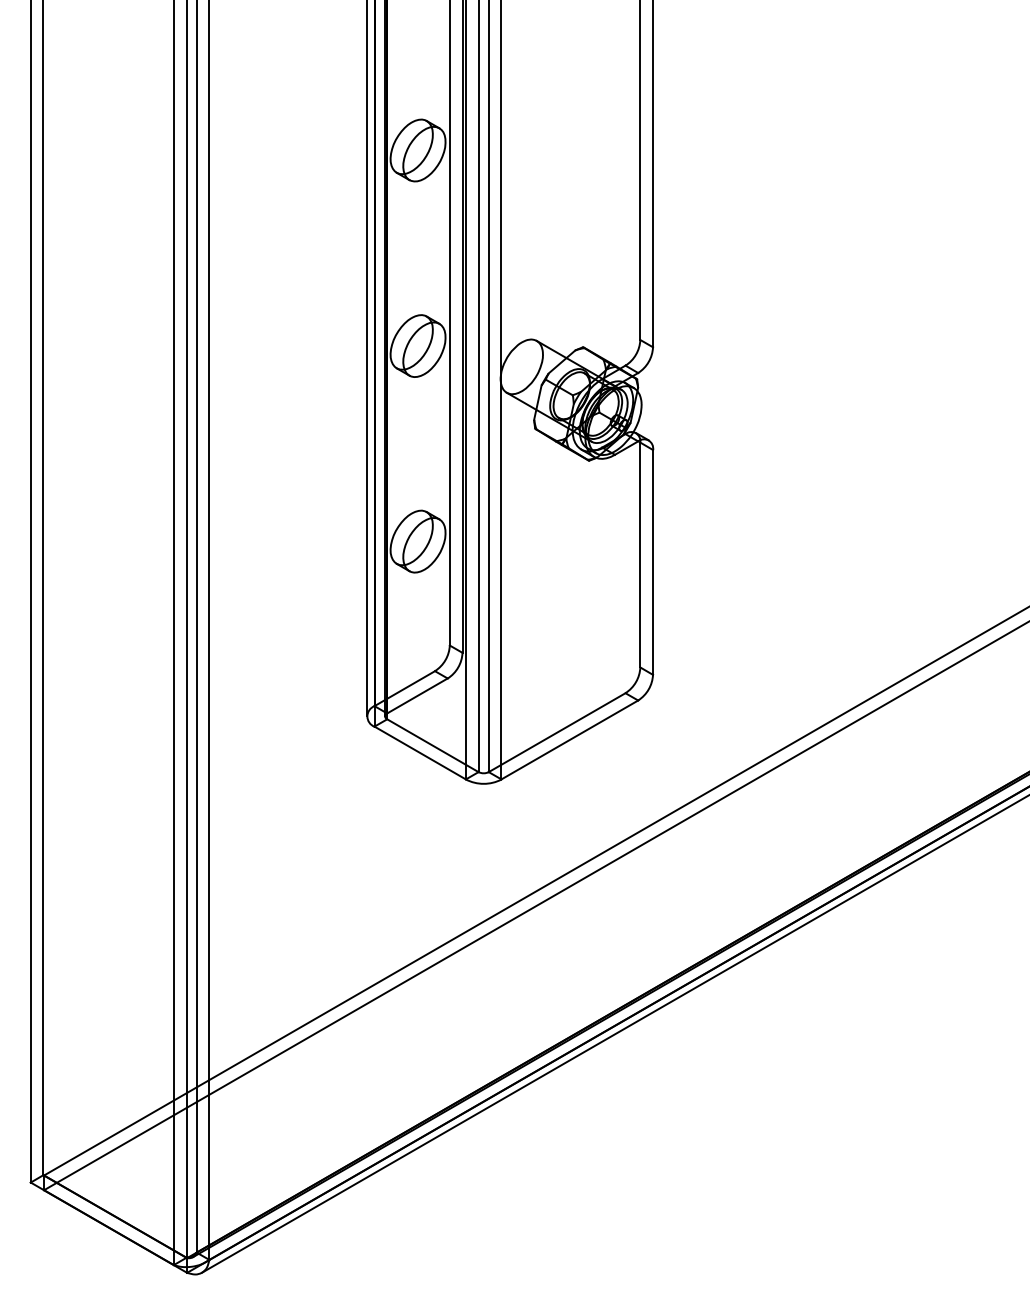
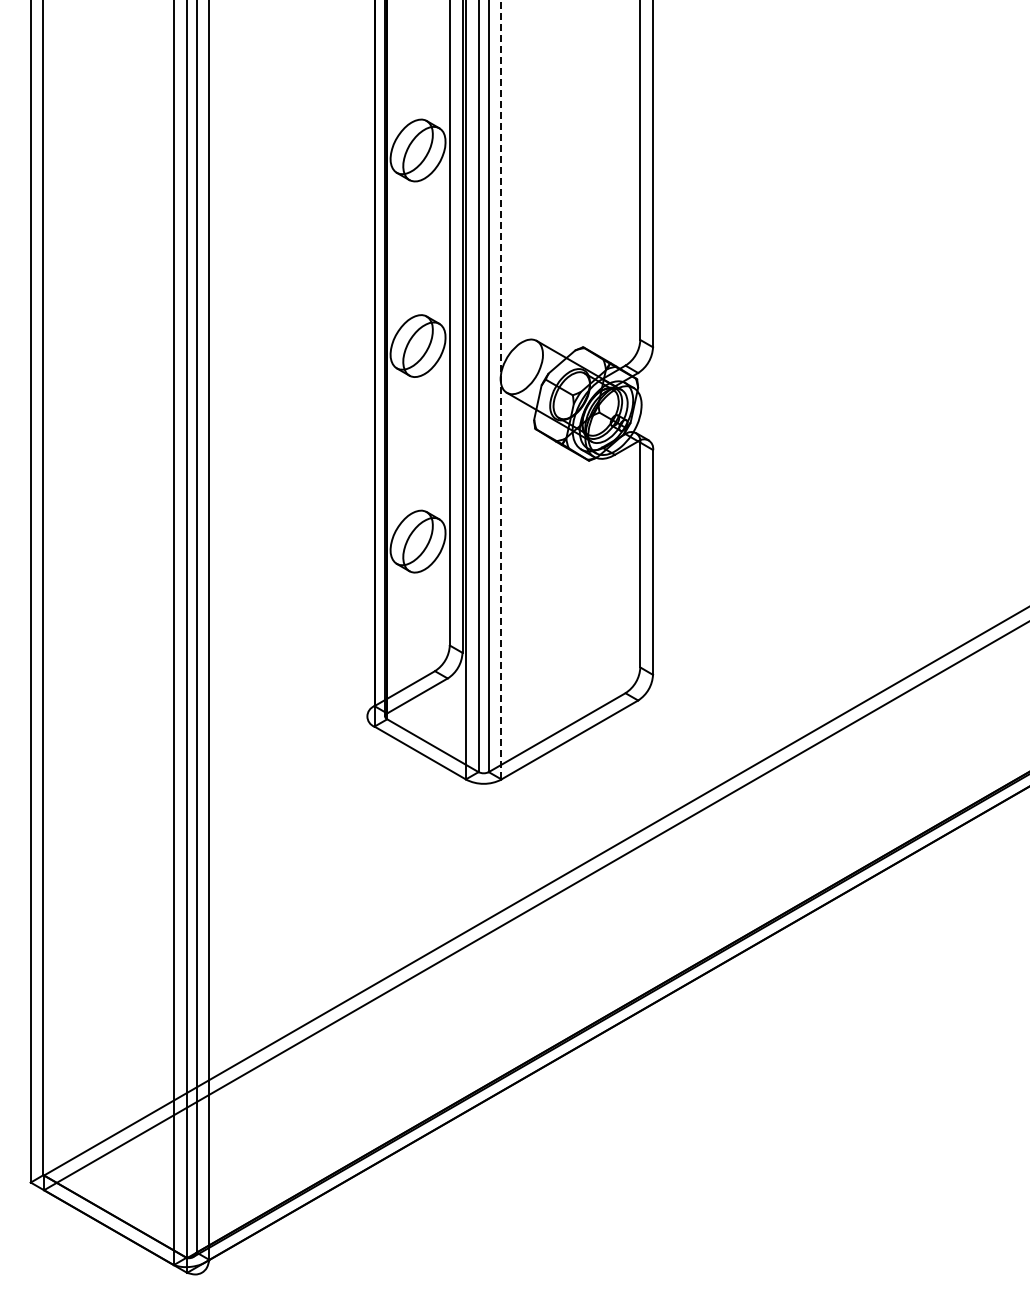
line at (367, 359): present -> none
line at (501, 389): solid -> dashed
line at (614, 1034): present -> none
